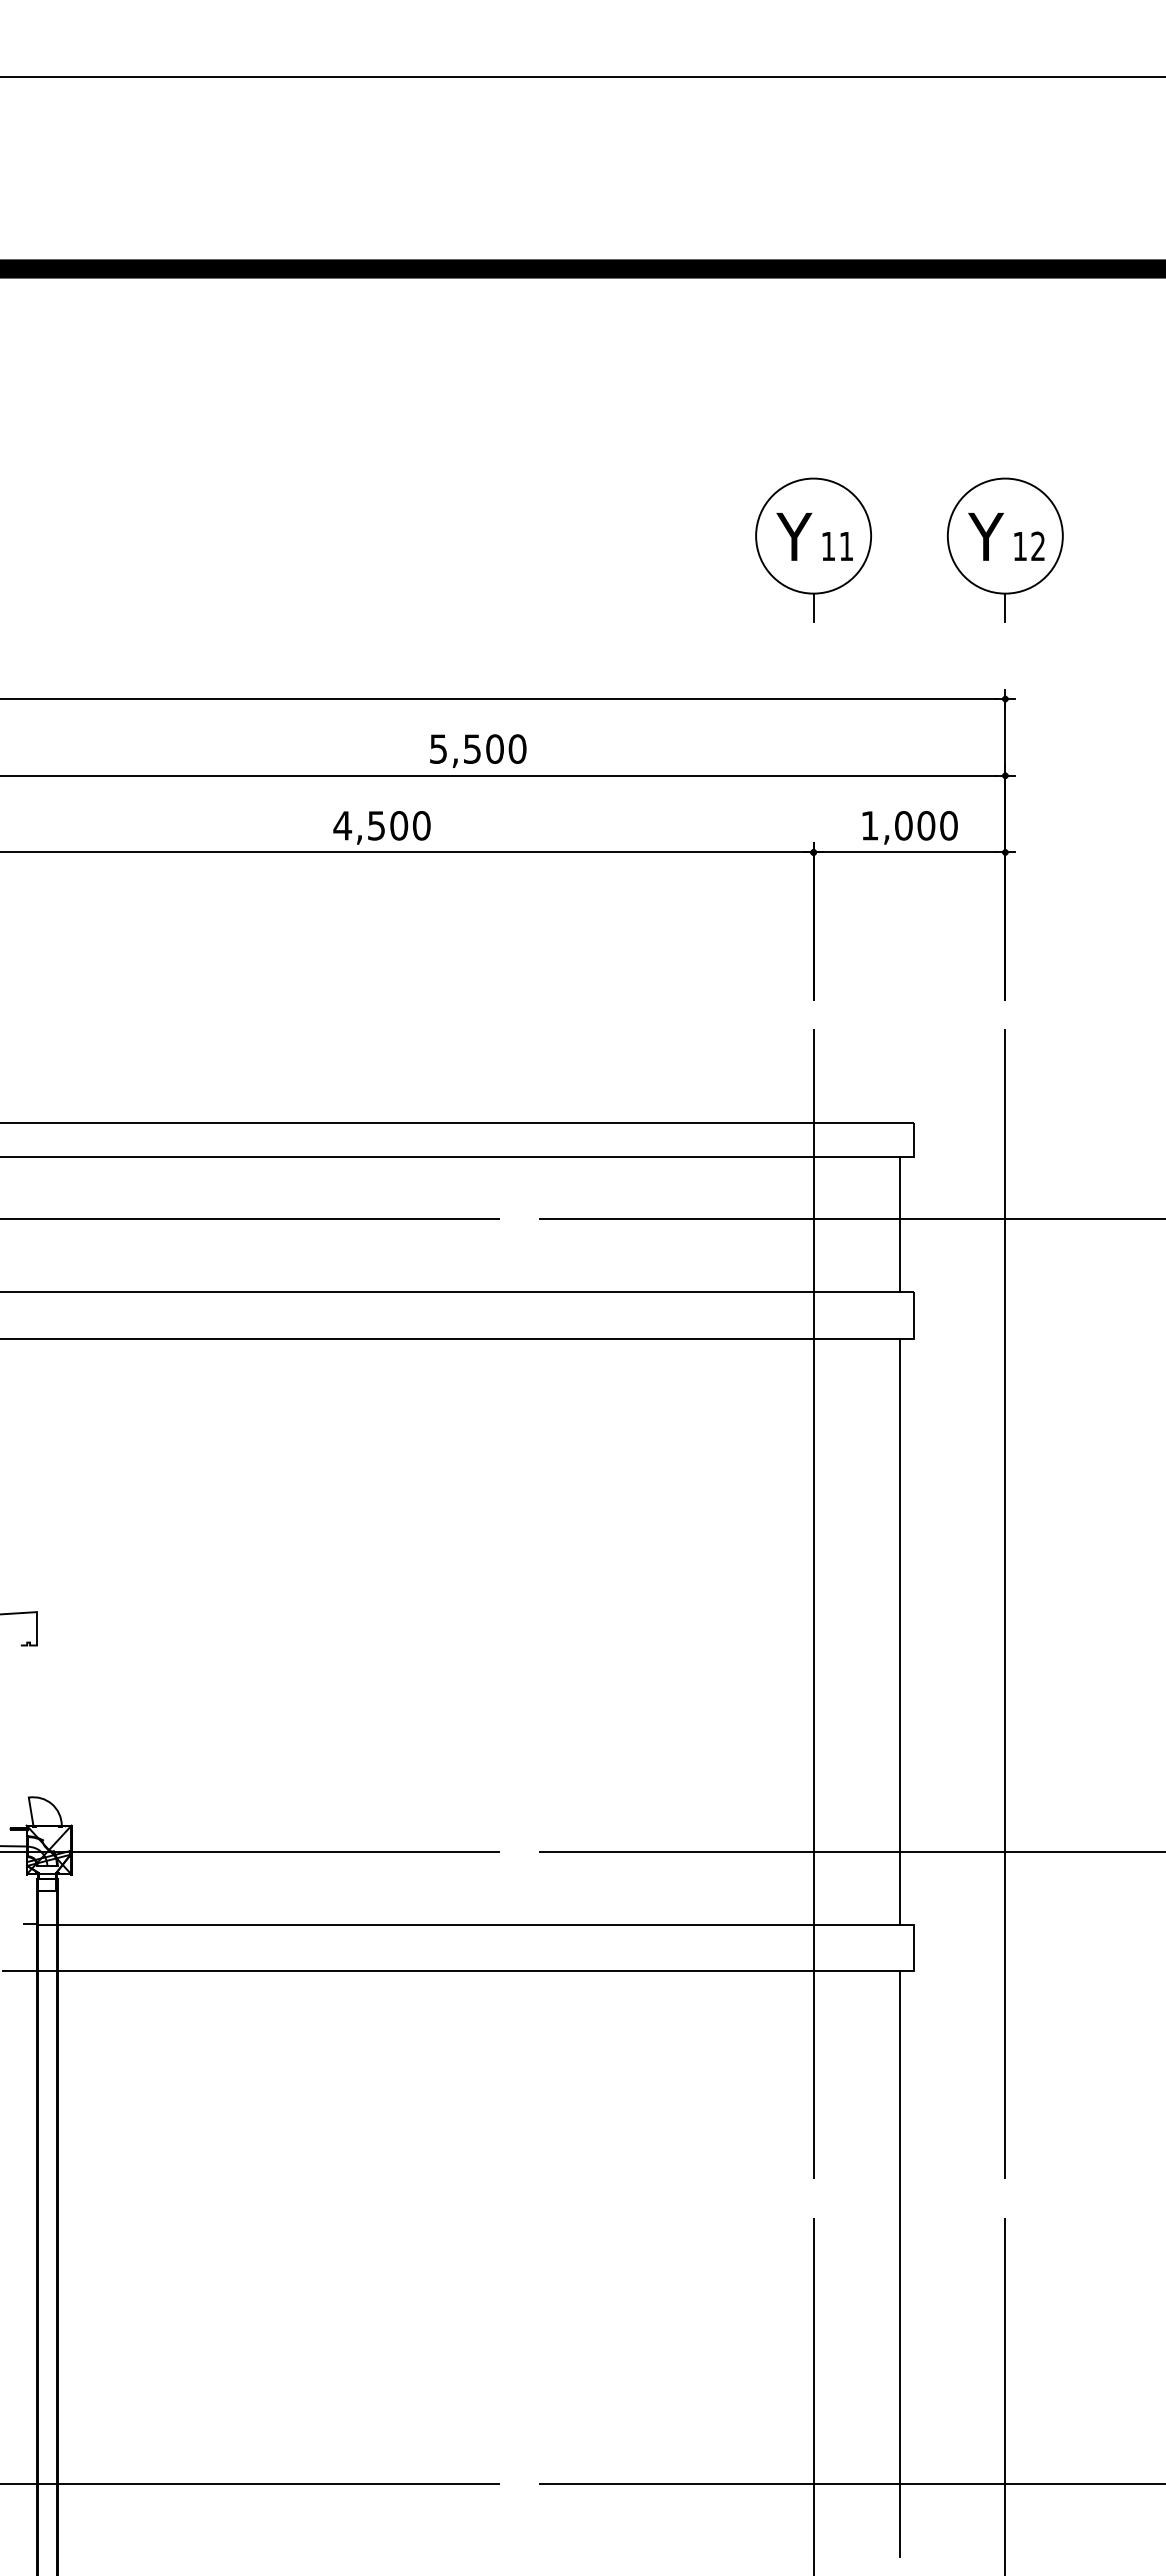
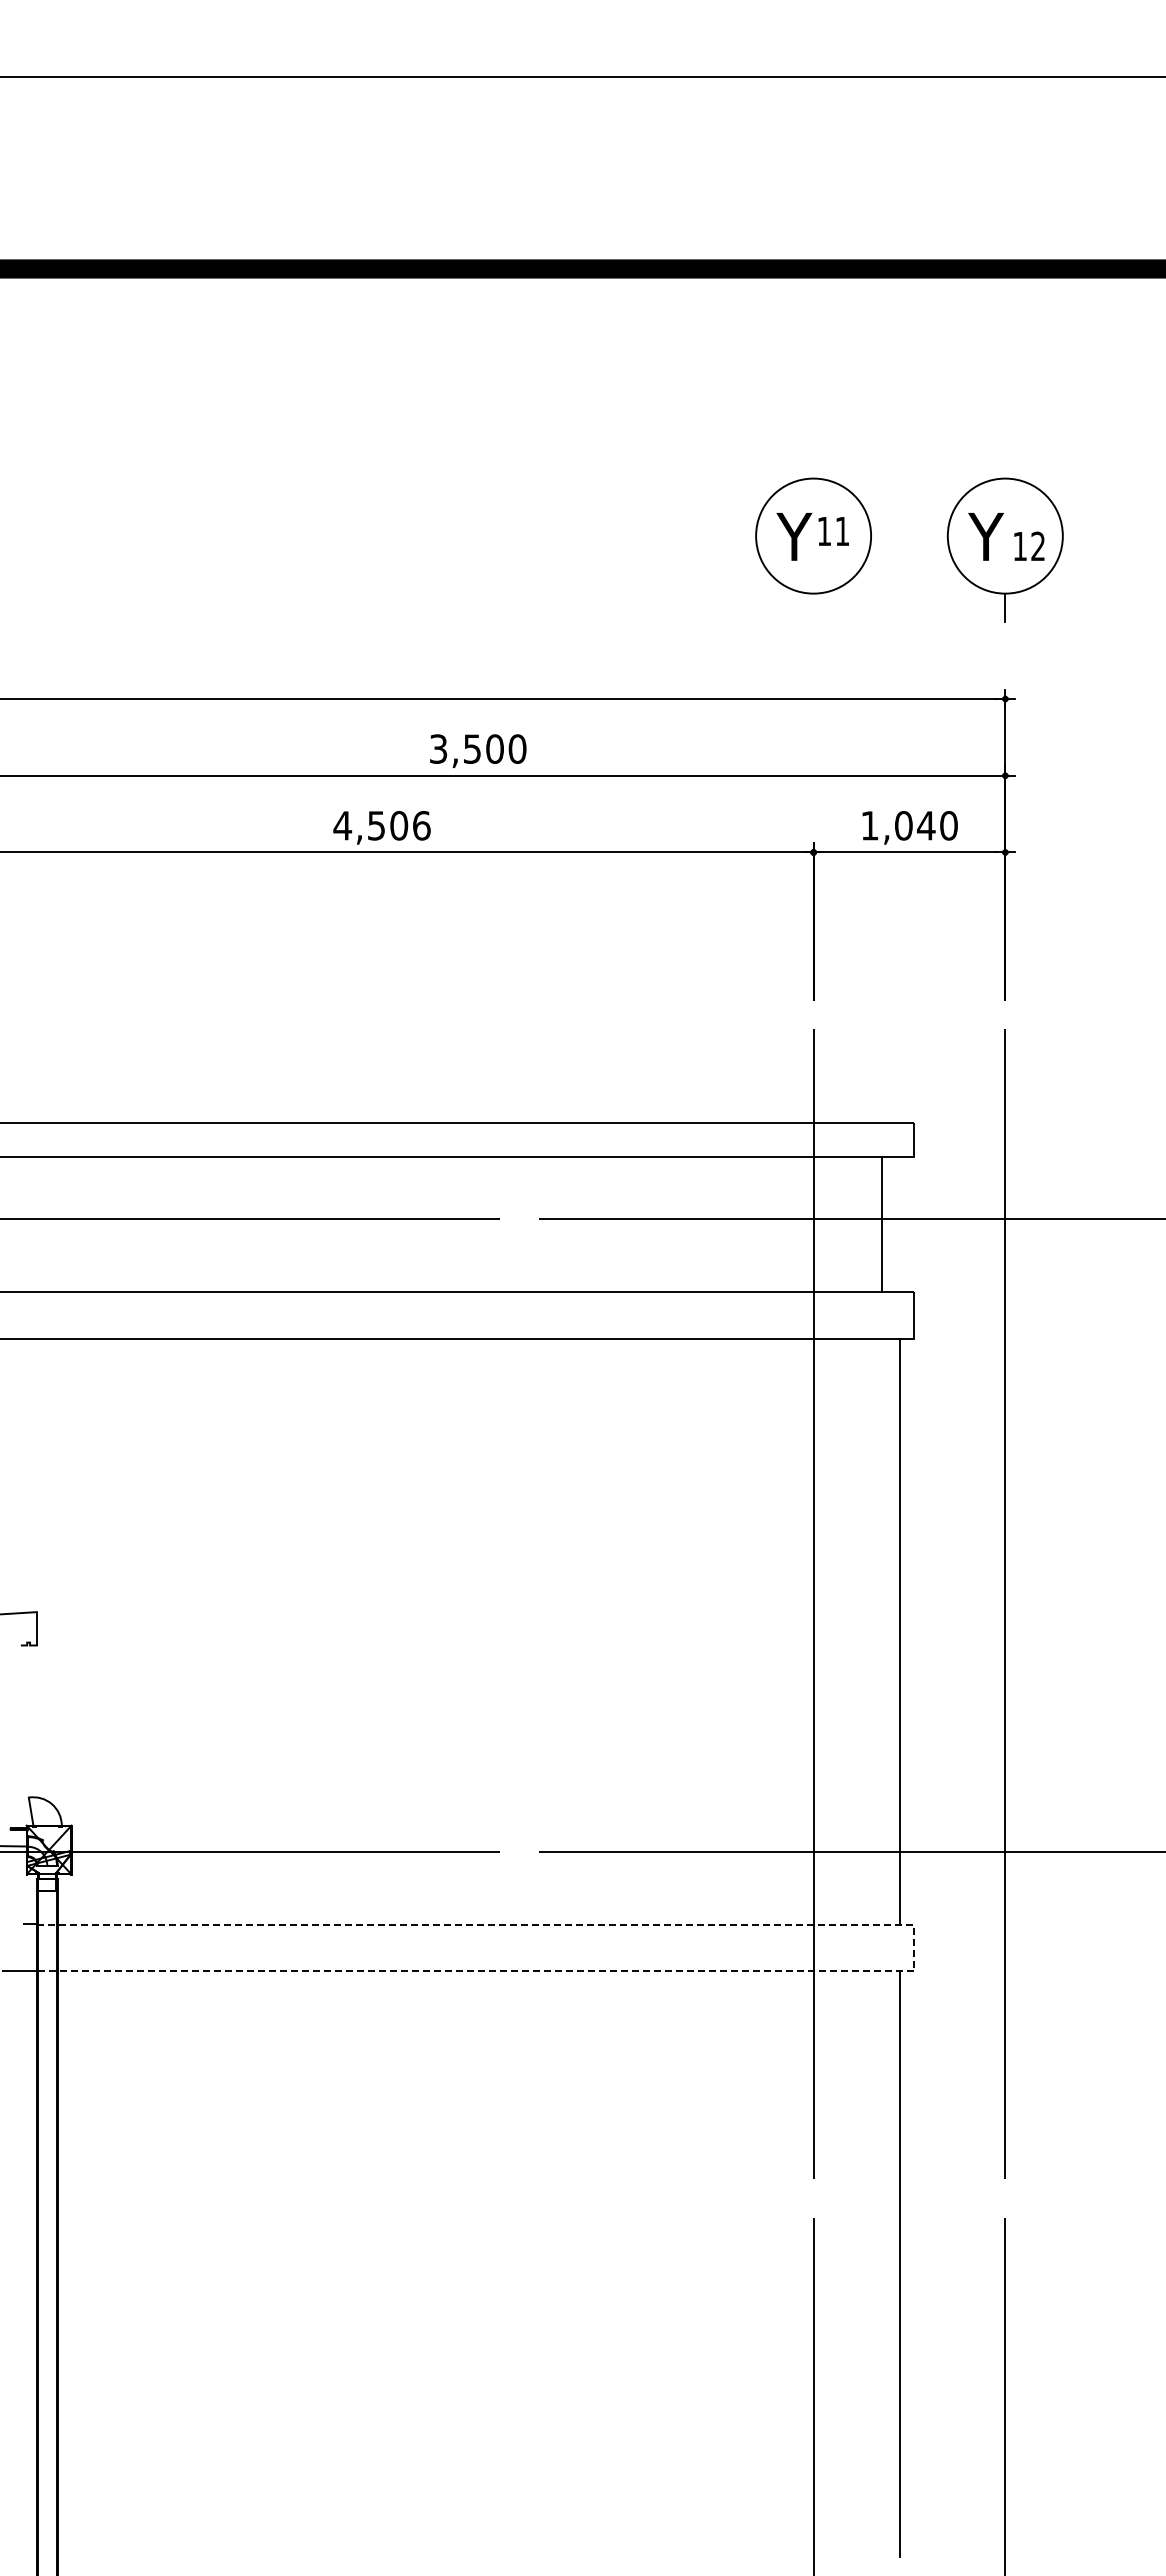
text at (837, 546) position: (837, 546) -> (833, 531)
line at (813, 607): present -> none
text at (438, 748): 5,500 -> 3,500
text at (421, 825): 4,500 -> 4,506
text at (926, 825): 1,000 -> 1,040
line at (899, 1223) position: (899, 1223) -> (881, 1223)
line at (914, 1948): solid -> dashed
line at (582, 2484): present -> none
